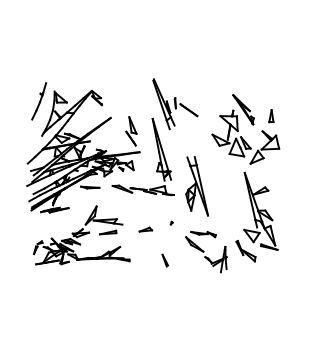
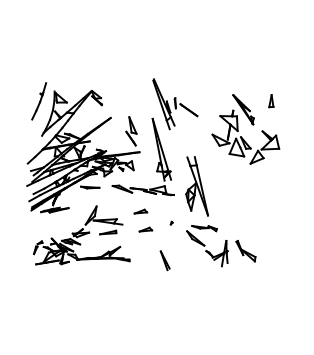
part at (271, 116) position: (271, 116) -> (271, 101)
part at (260, 210): present -> none
part at (140, 211): none -> present
part at (206, 252) position: (206, 252) -> (207, 246)
part at (165, 260) size: 9x15 px -> 12x22 px
